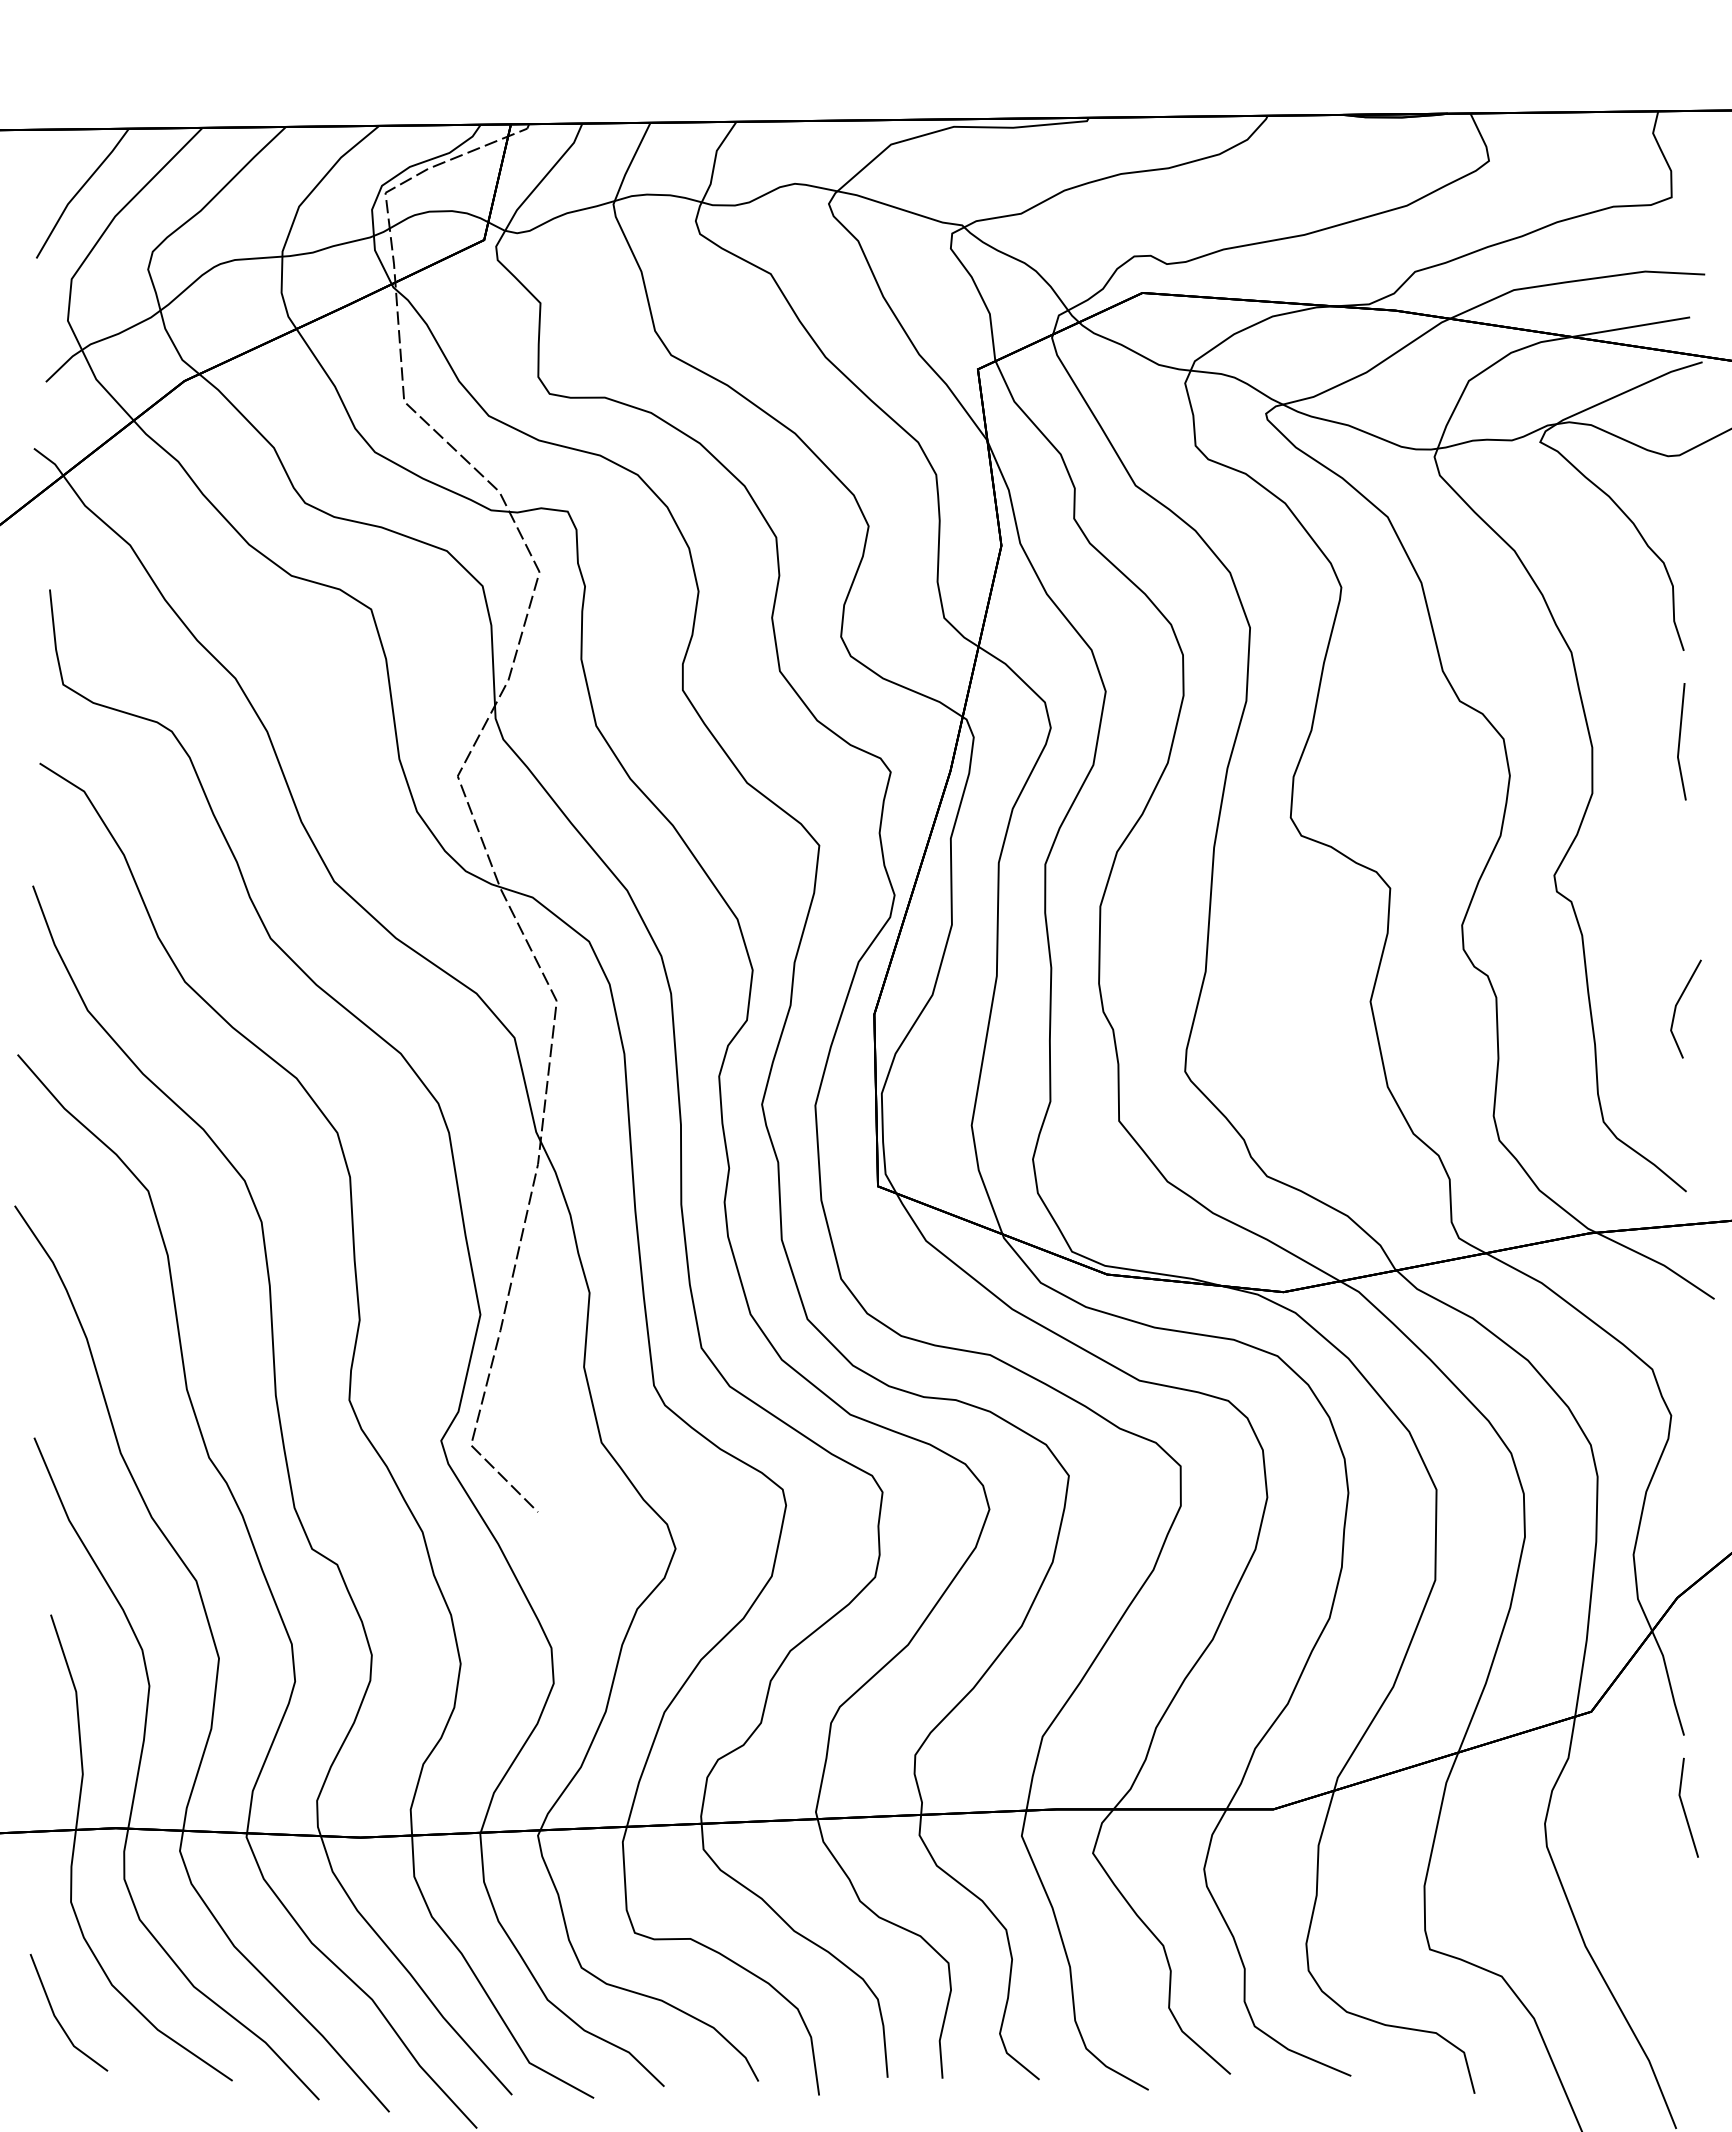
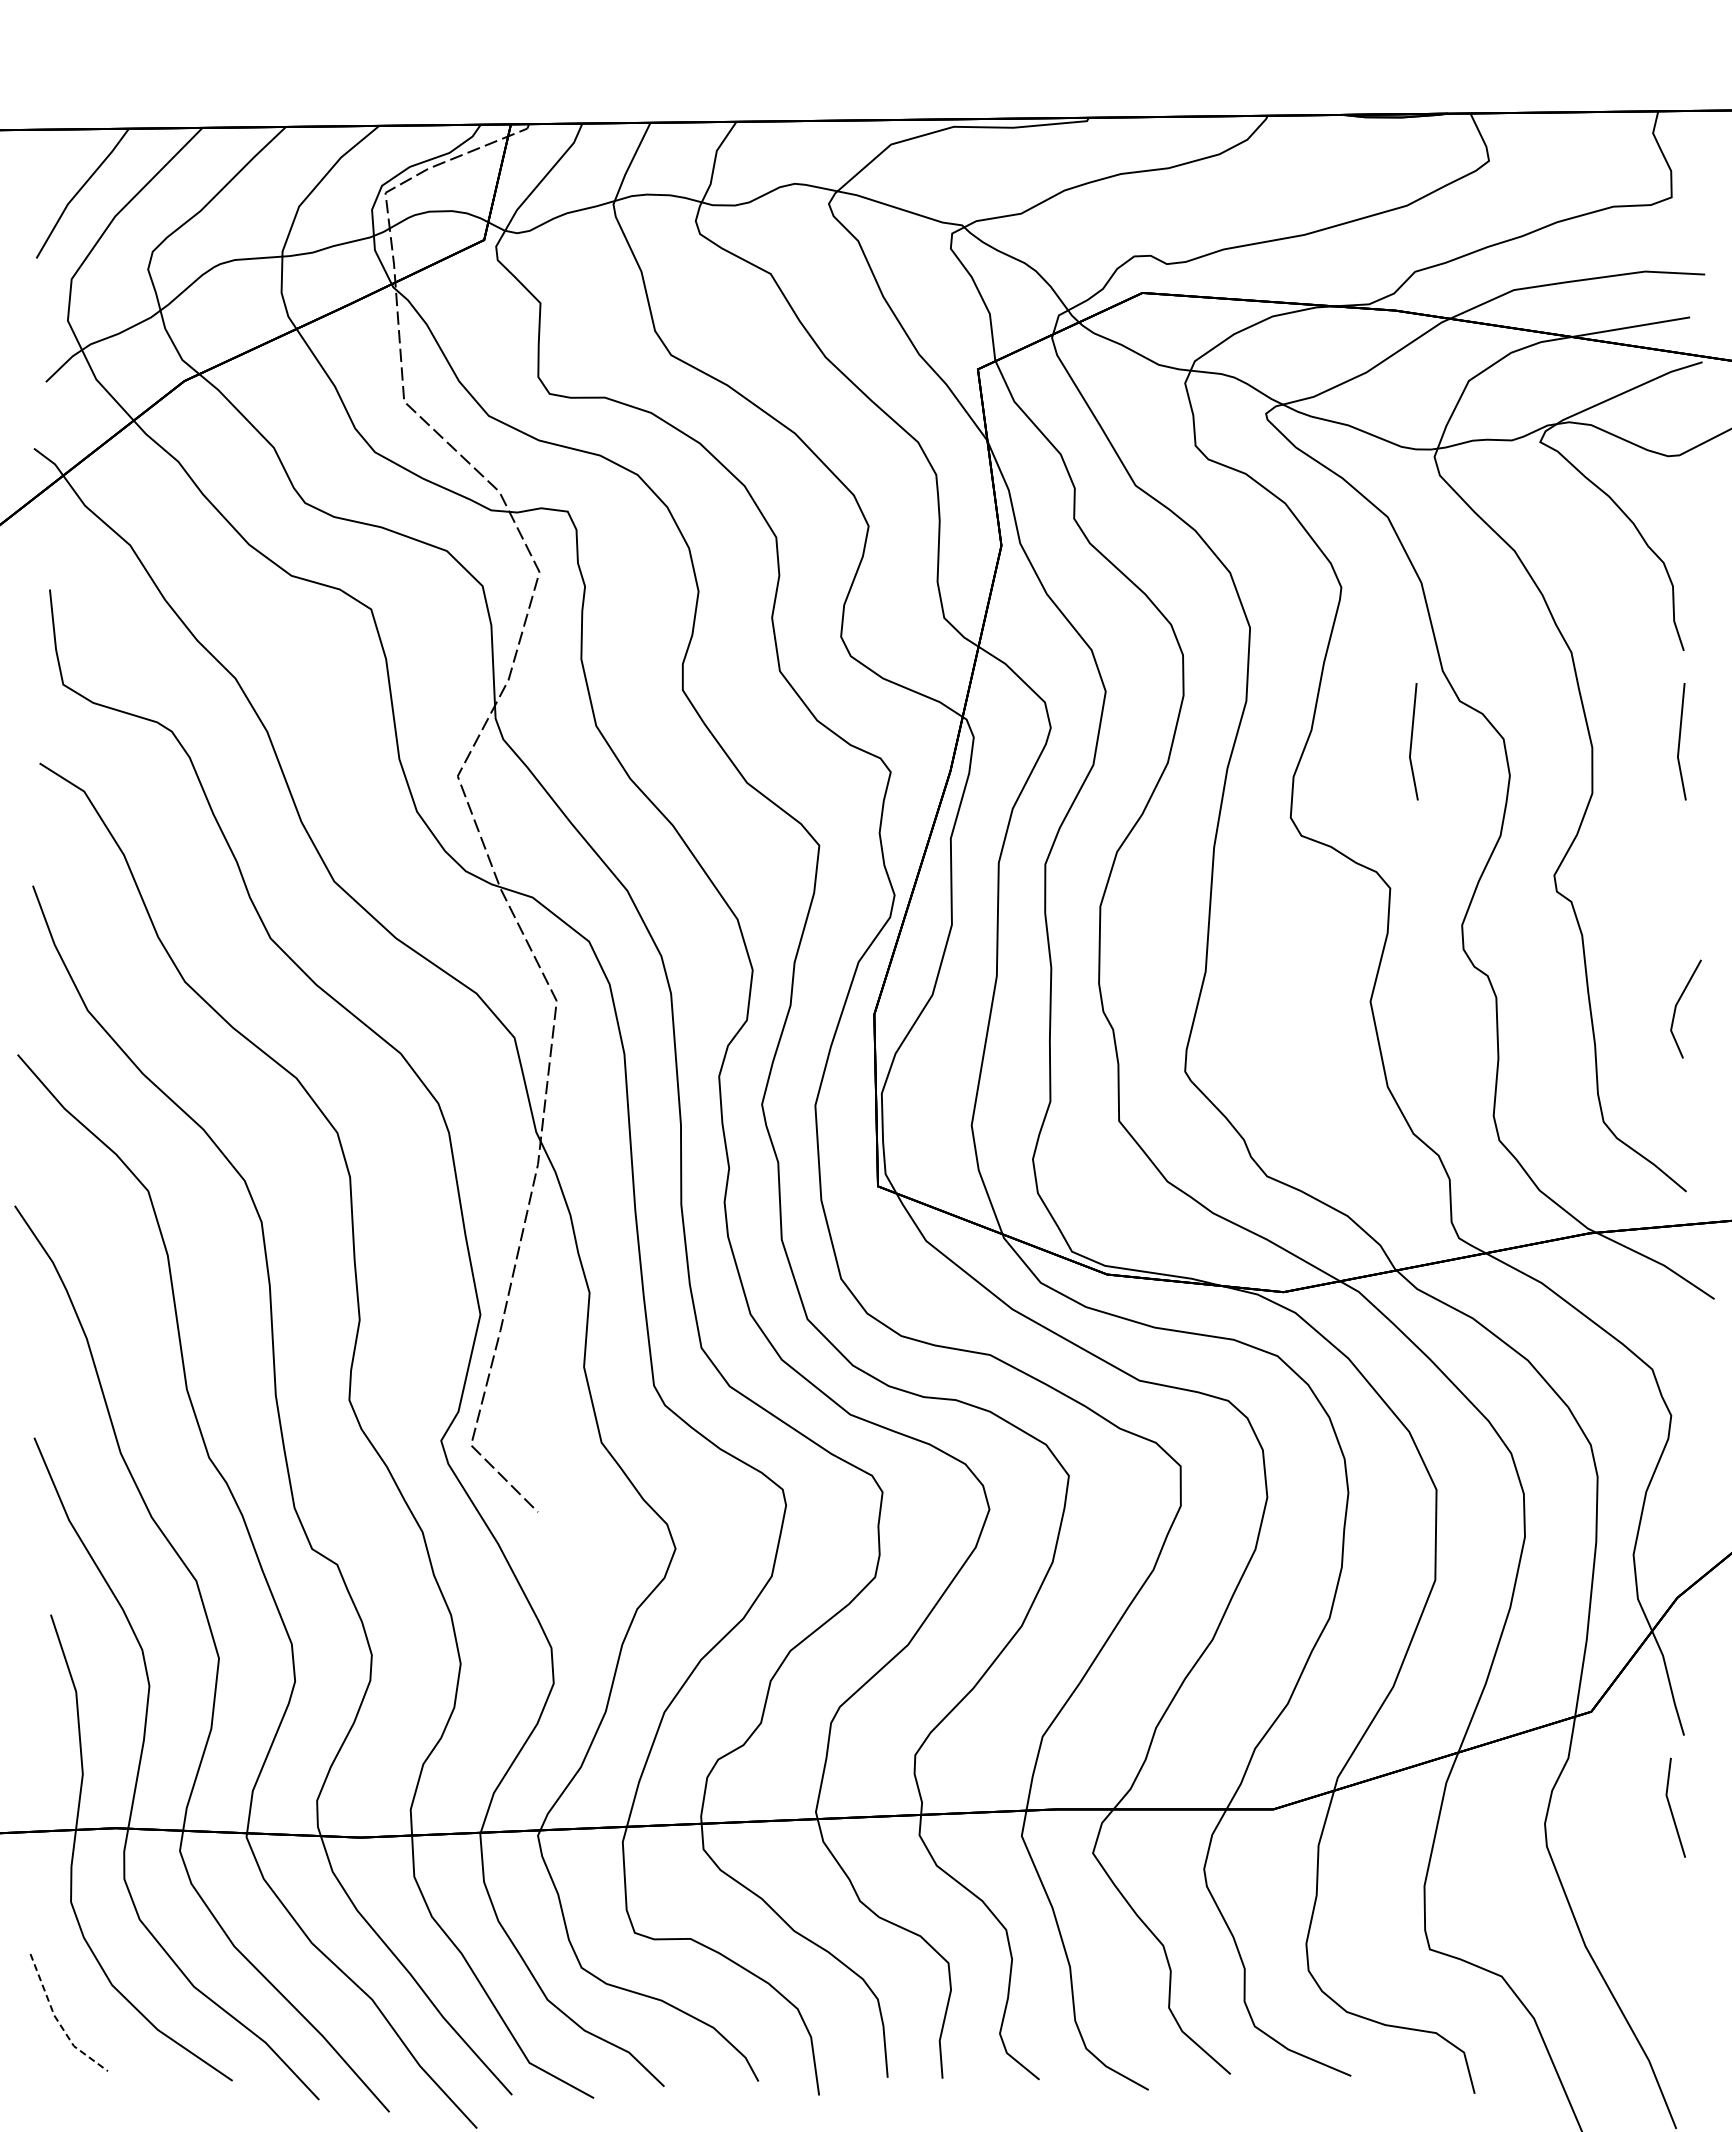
line at (1412, 741): none -> present
line at (1684, 1807) position: (1684, 1807) -> (1671, 1807)
line at (58, 2021): solid -> dashed
